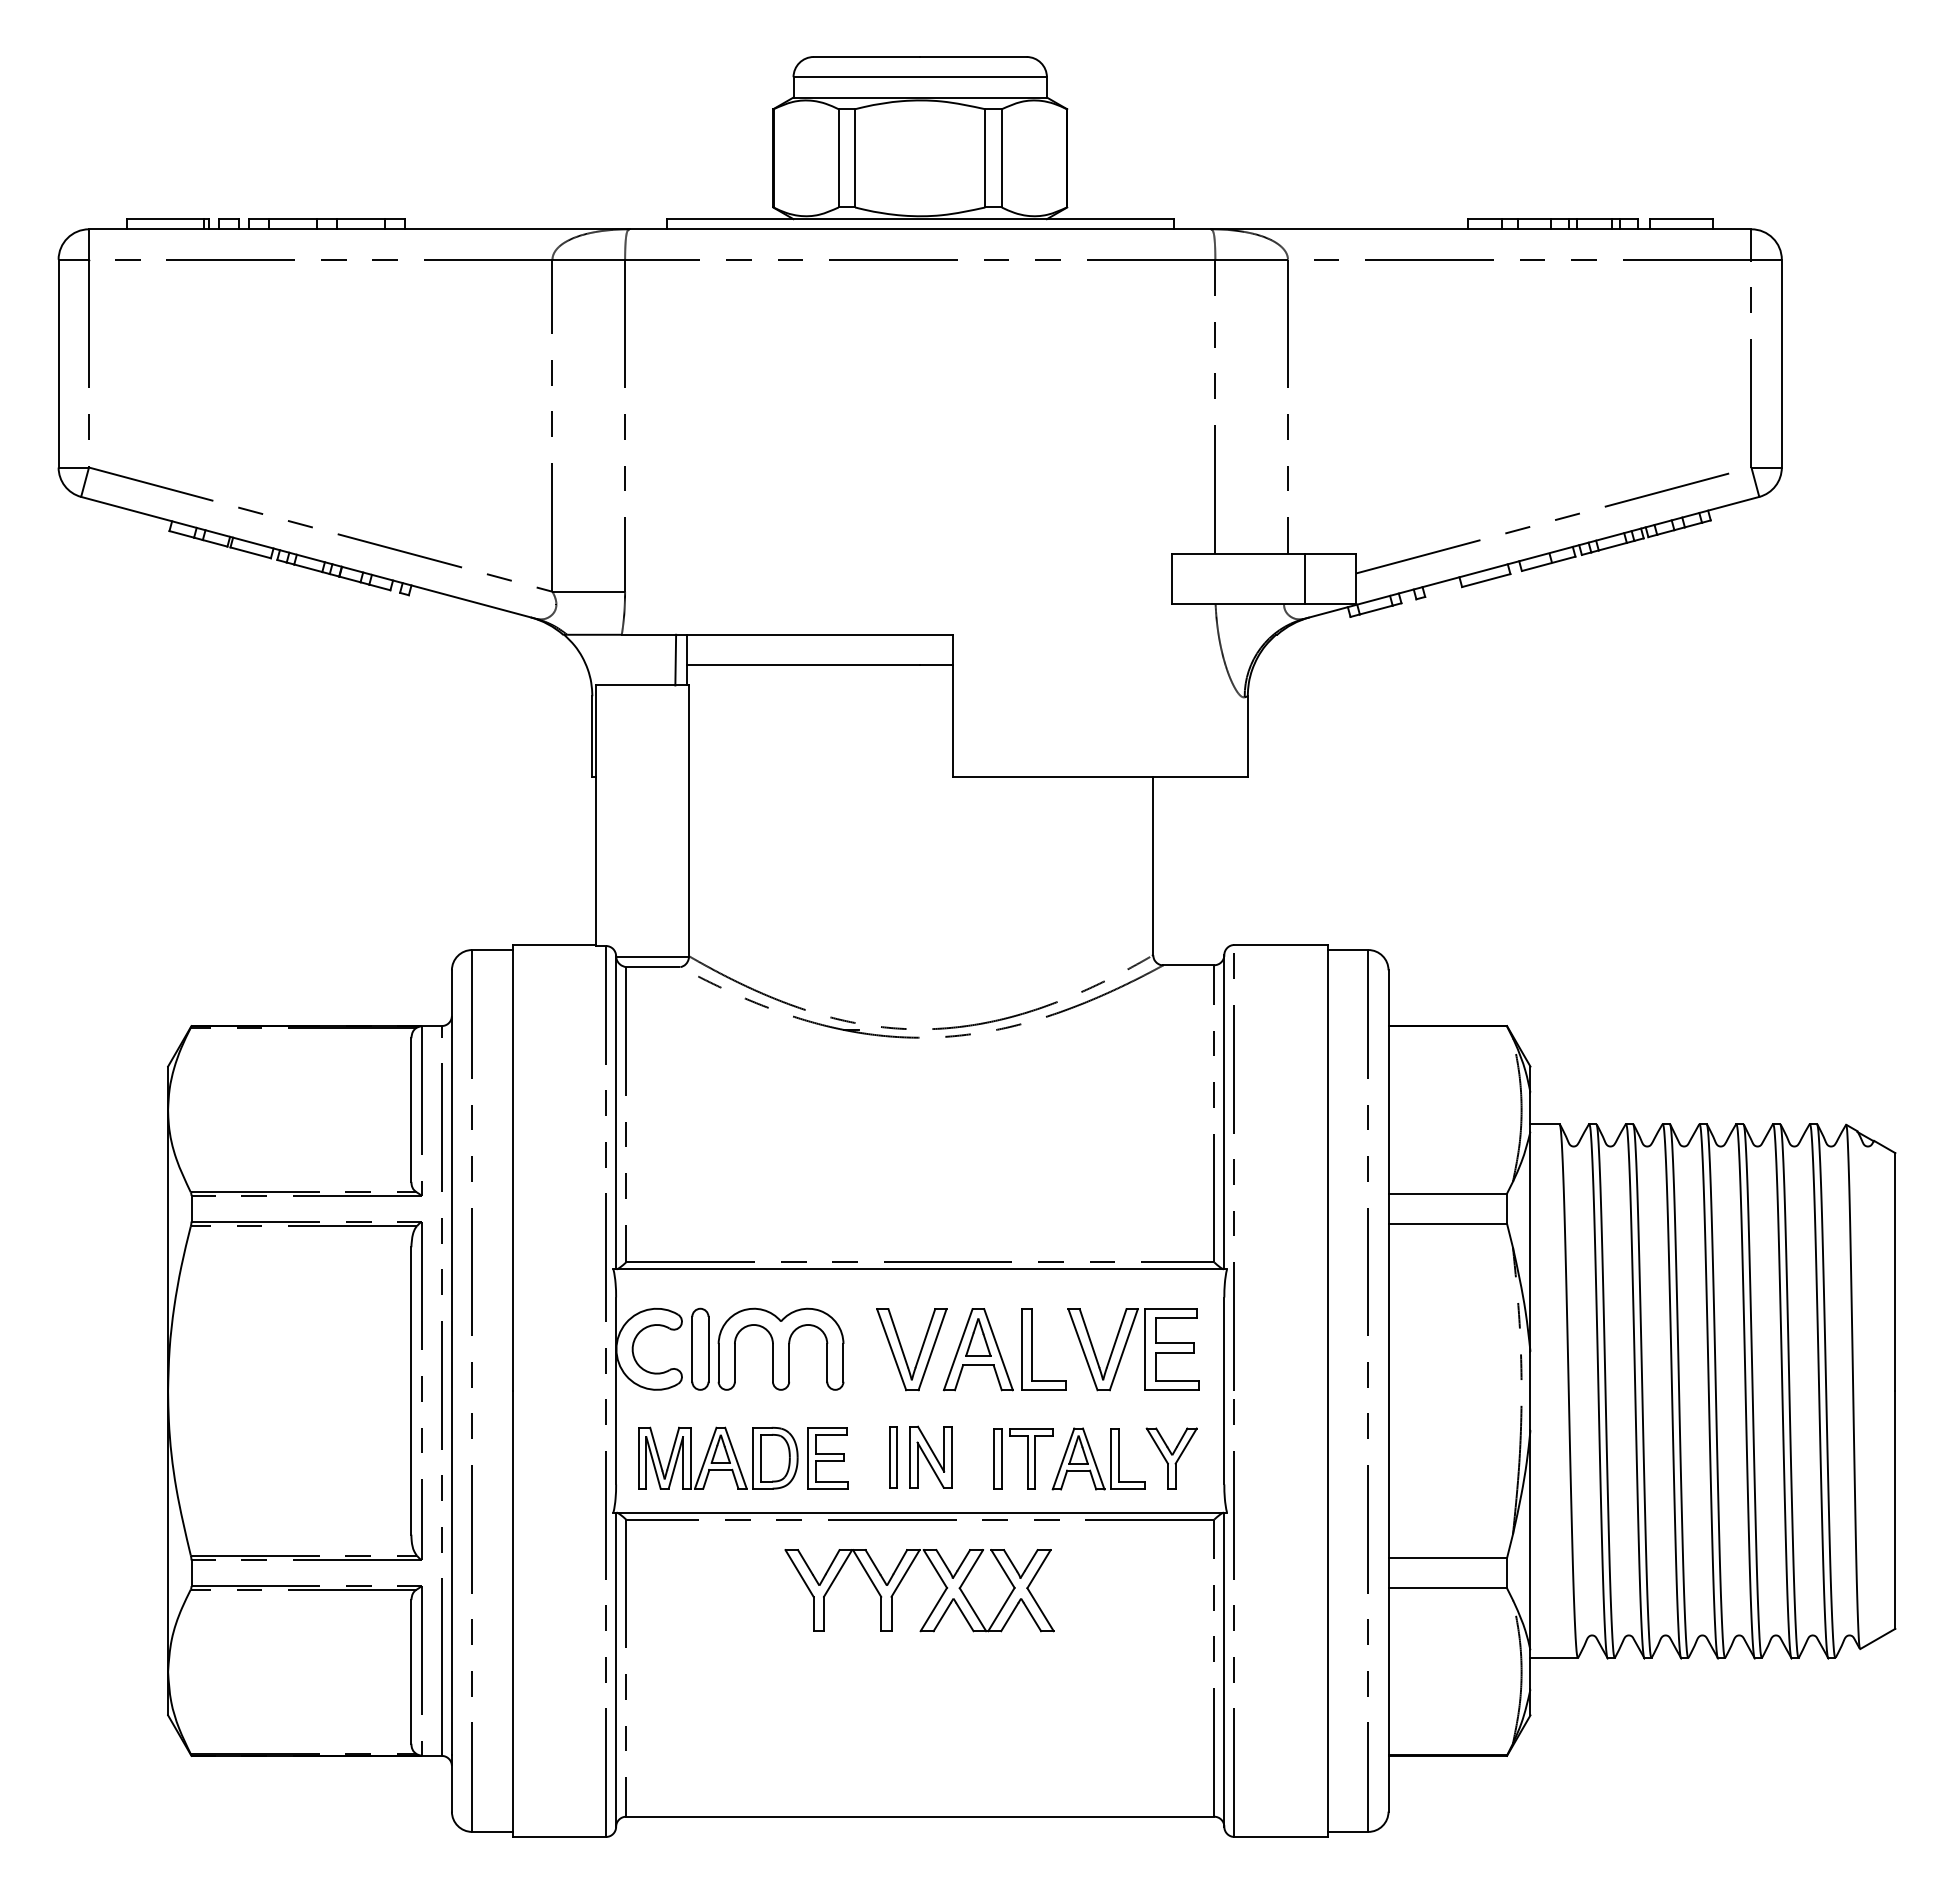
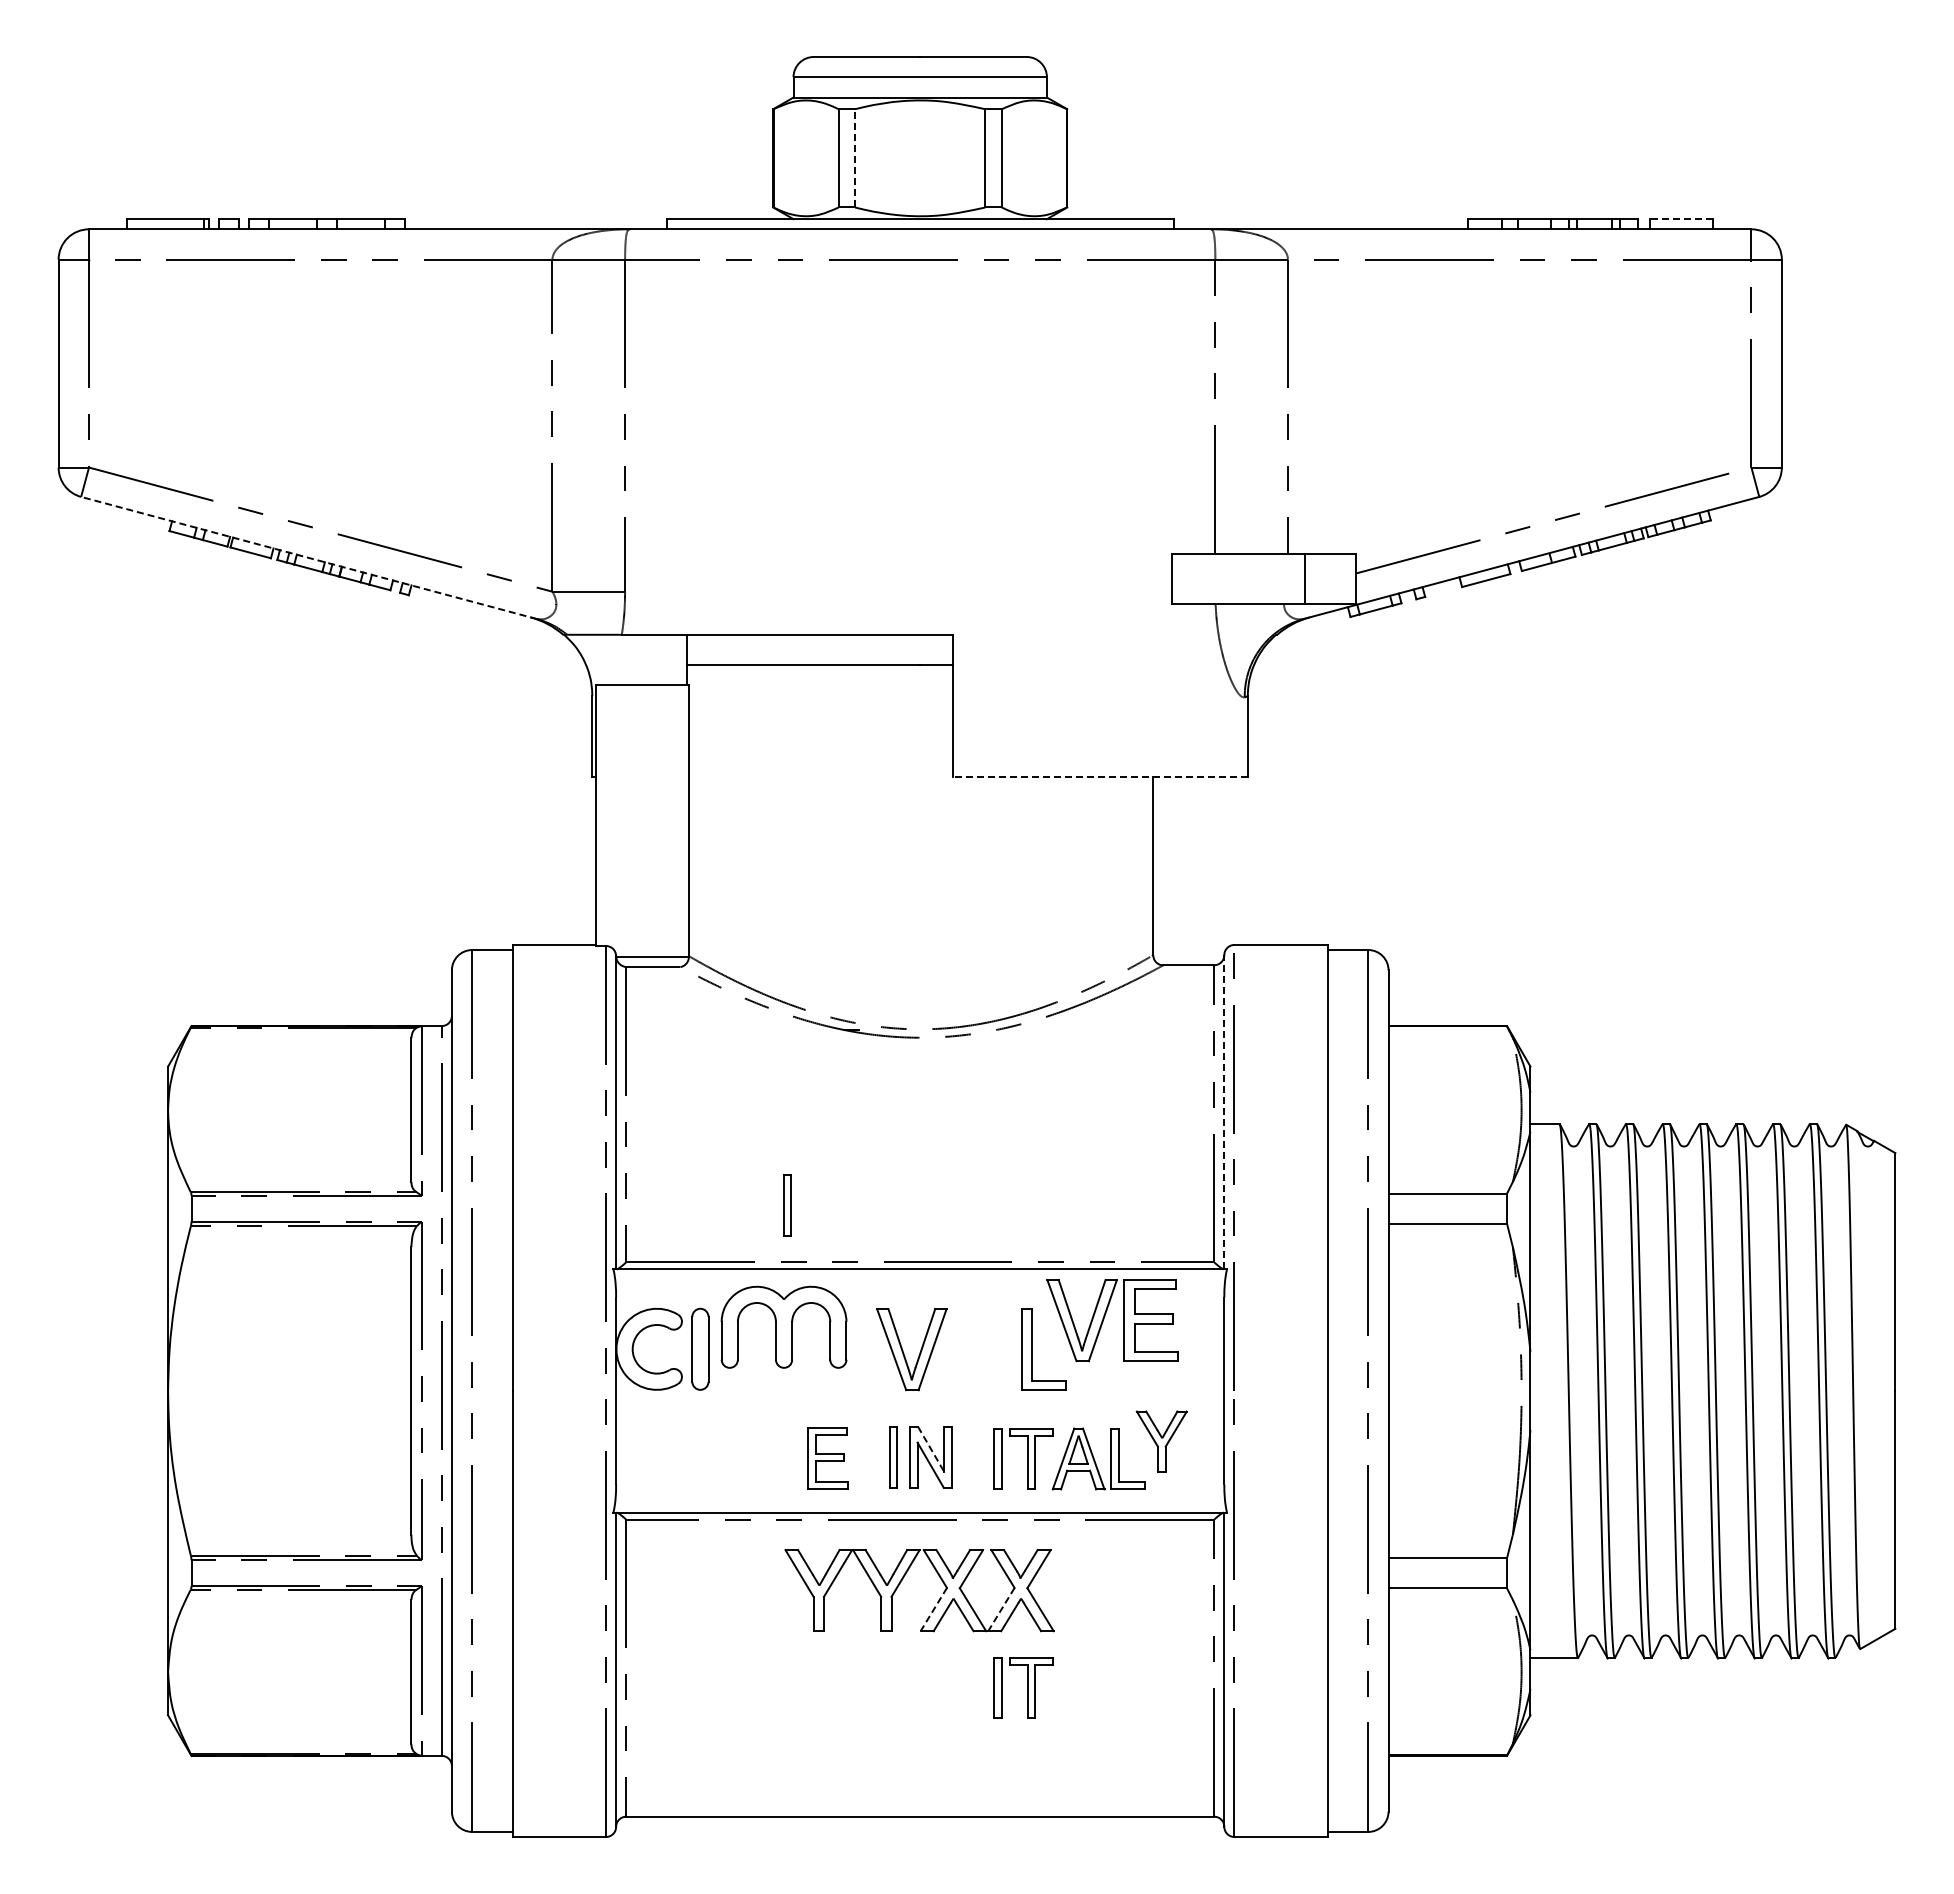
line at (855, 157): solid -> dashed
line at (1681, 219): solid -> dashed
line at (309, 557): solid -> dashed
line at (675, 659): present -> none
line at (1100, 776): solid -> dashed
line at (1224, 1111): solid -> dashed
part at (787, 1205): none -> present
part at (1126, 1345) position: (1126, 1345) -> (1105, 1316)
part at (780, 1348) position: (780, 1348) -> (783, 1326)
part at (977, 1349): present -> none
line at (931, 1449): solid -> dashed
part at (718, 1457): present -> none
part at (1171, 1458) position: (1171, 1458) -> (1161, 1441)
line at (933, 1609): solid -> dashed
line at (1001, 1609): solid -> dashed
part at (1023, 1687): none -> present
